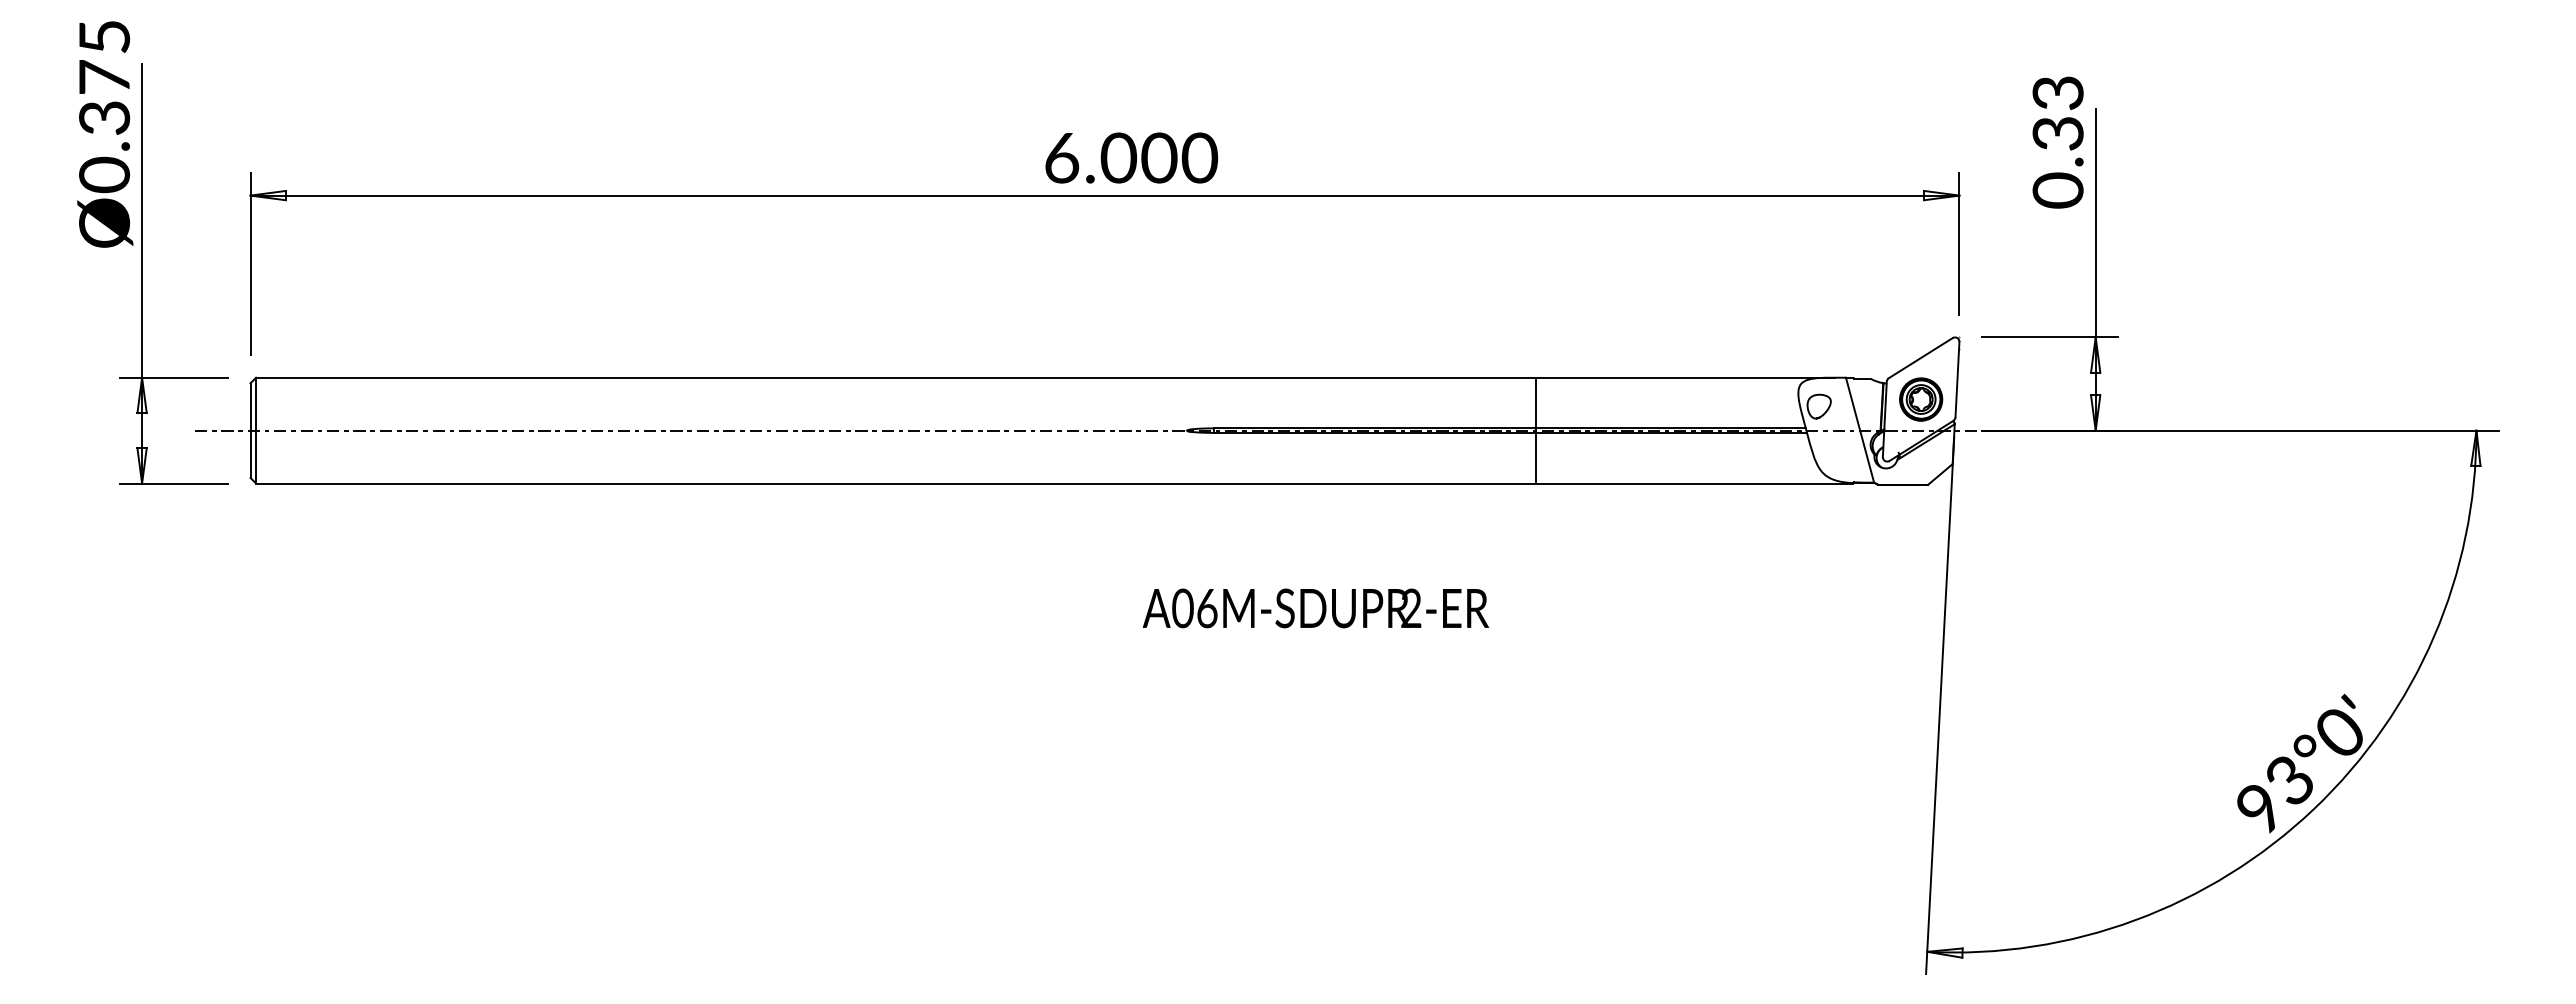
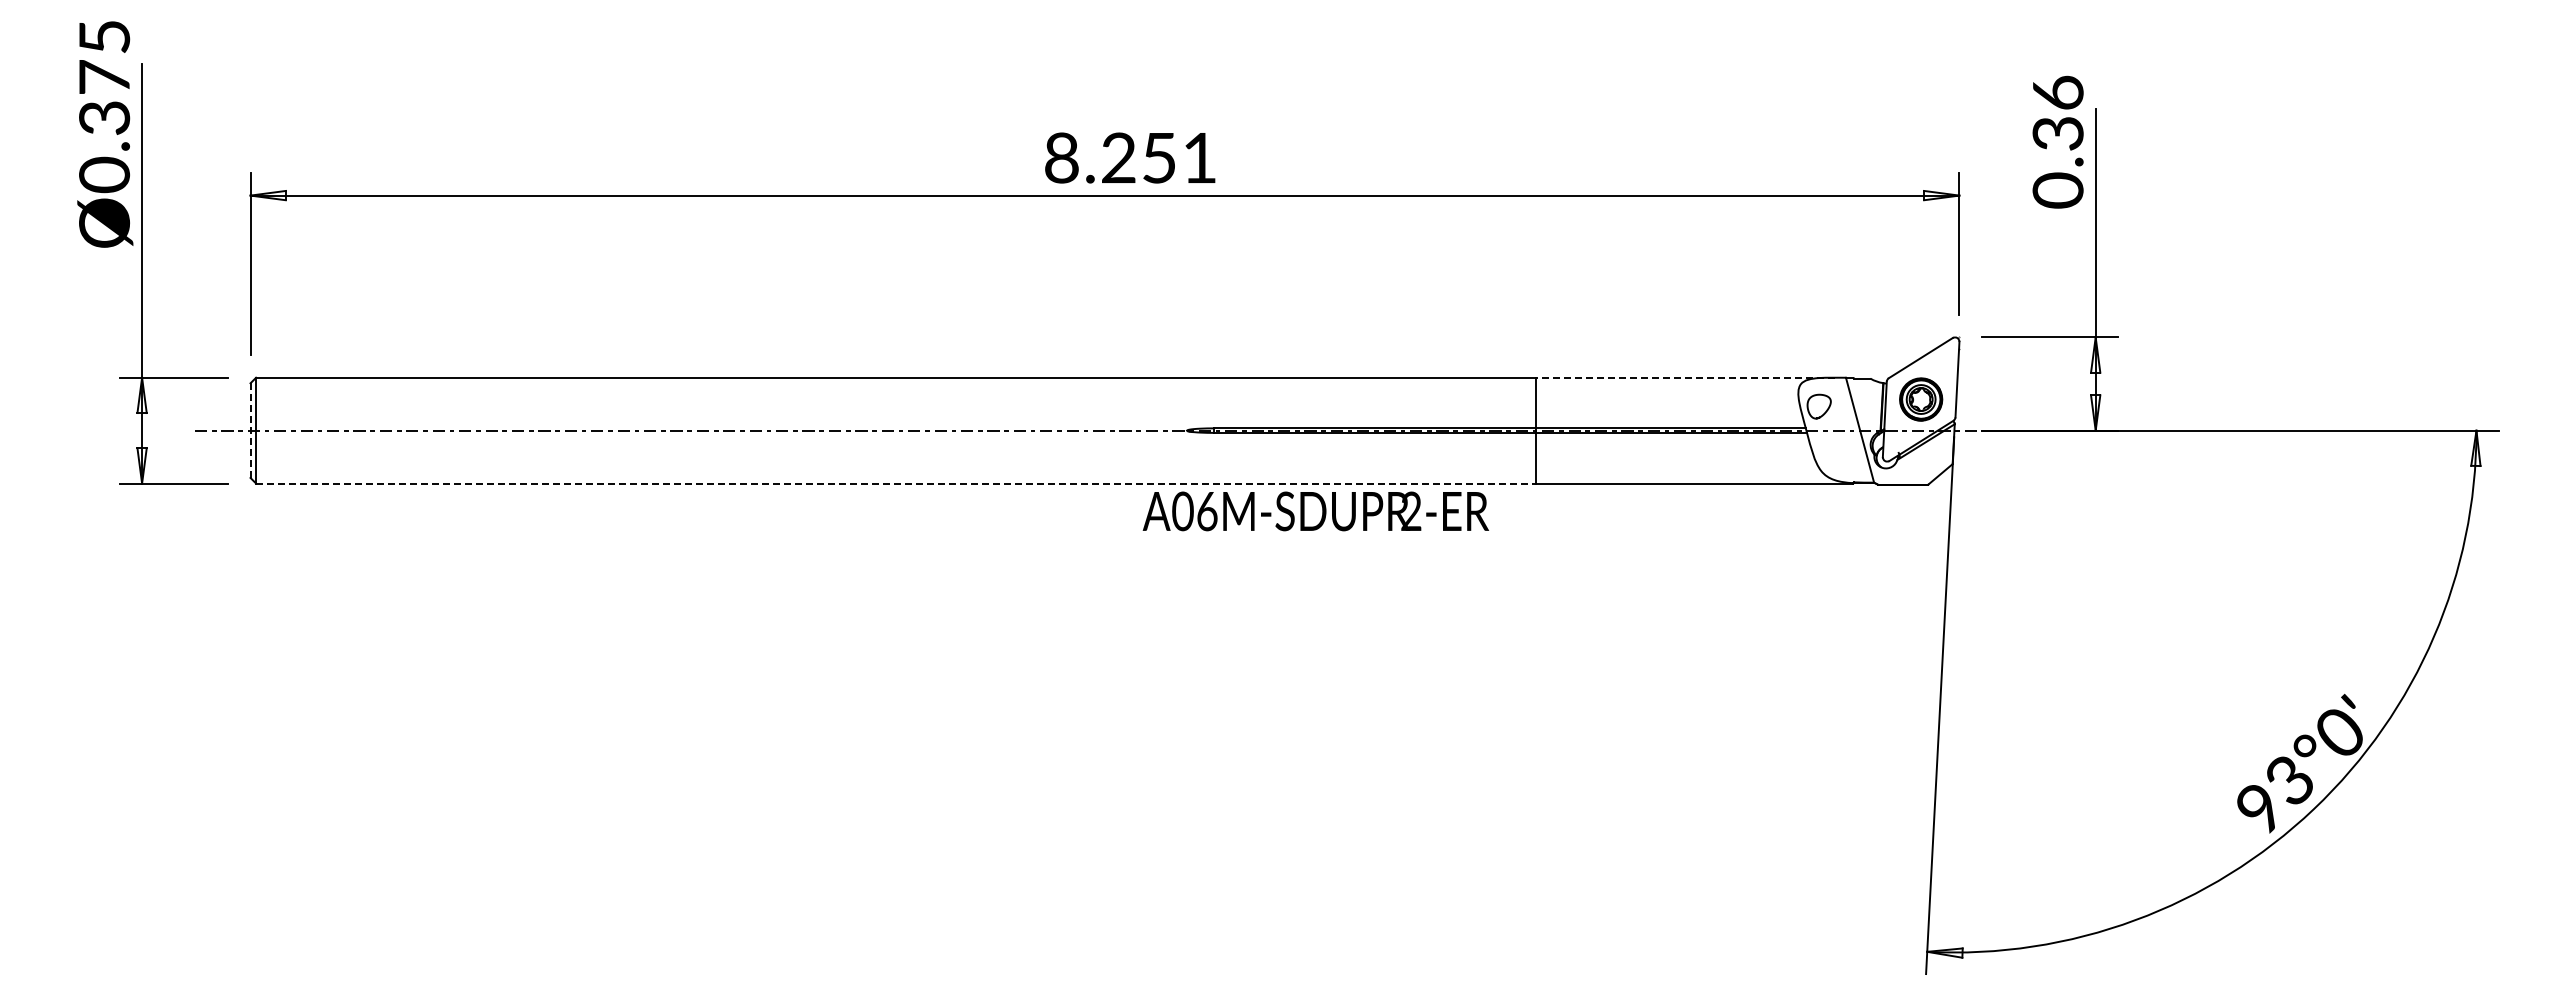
text at (2057, 92): 0.33 -> 0.36
text at (1131, 157): 6.000 -> 8.251
line at (1685, 377): solid -> dashed
line at (250, 430): solid -> dashed
line at (896, 483): solid -> dashed
text at (1315, 608) position: (1315, 608) -> (1315, 511)
